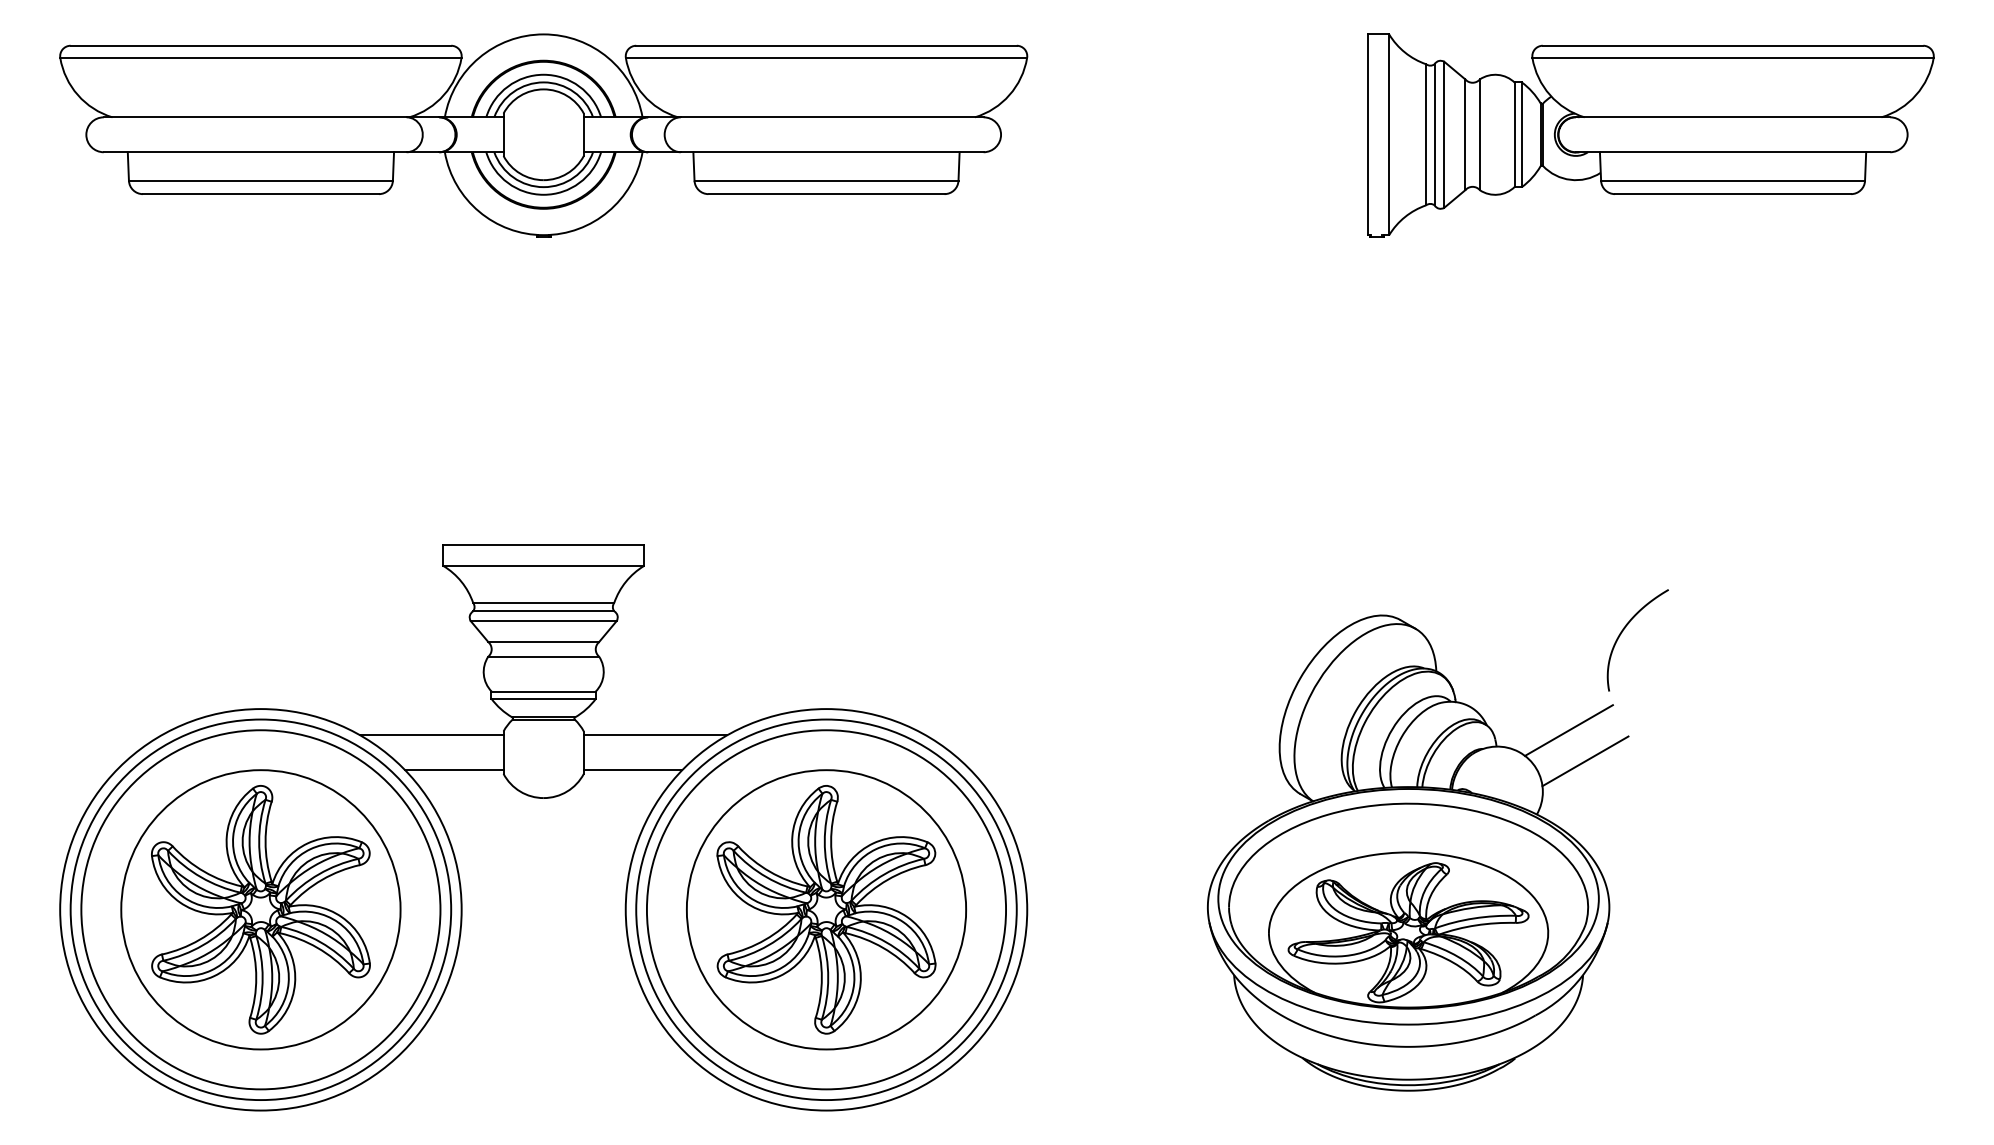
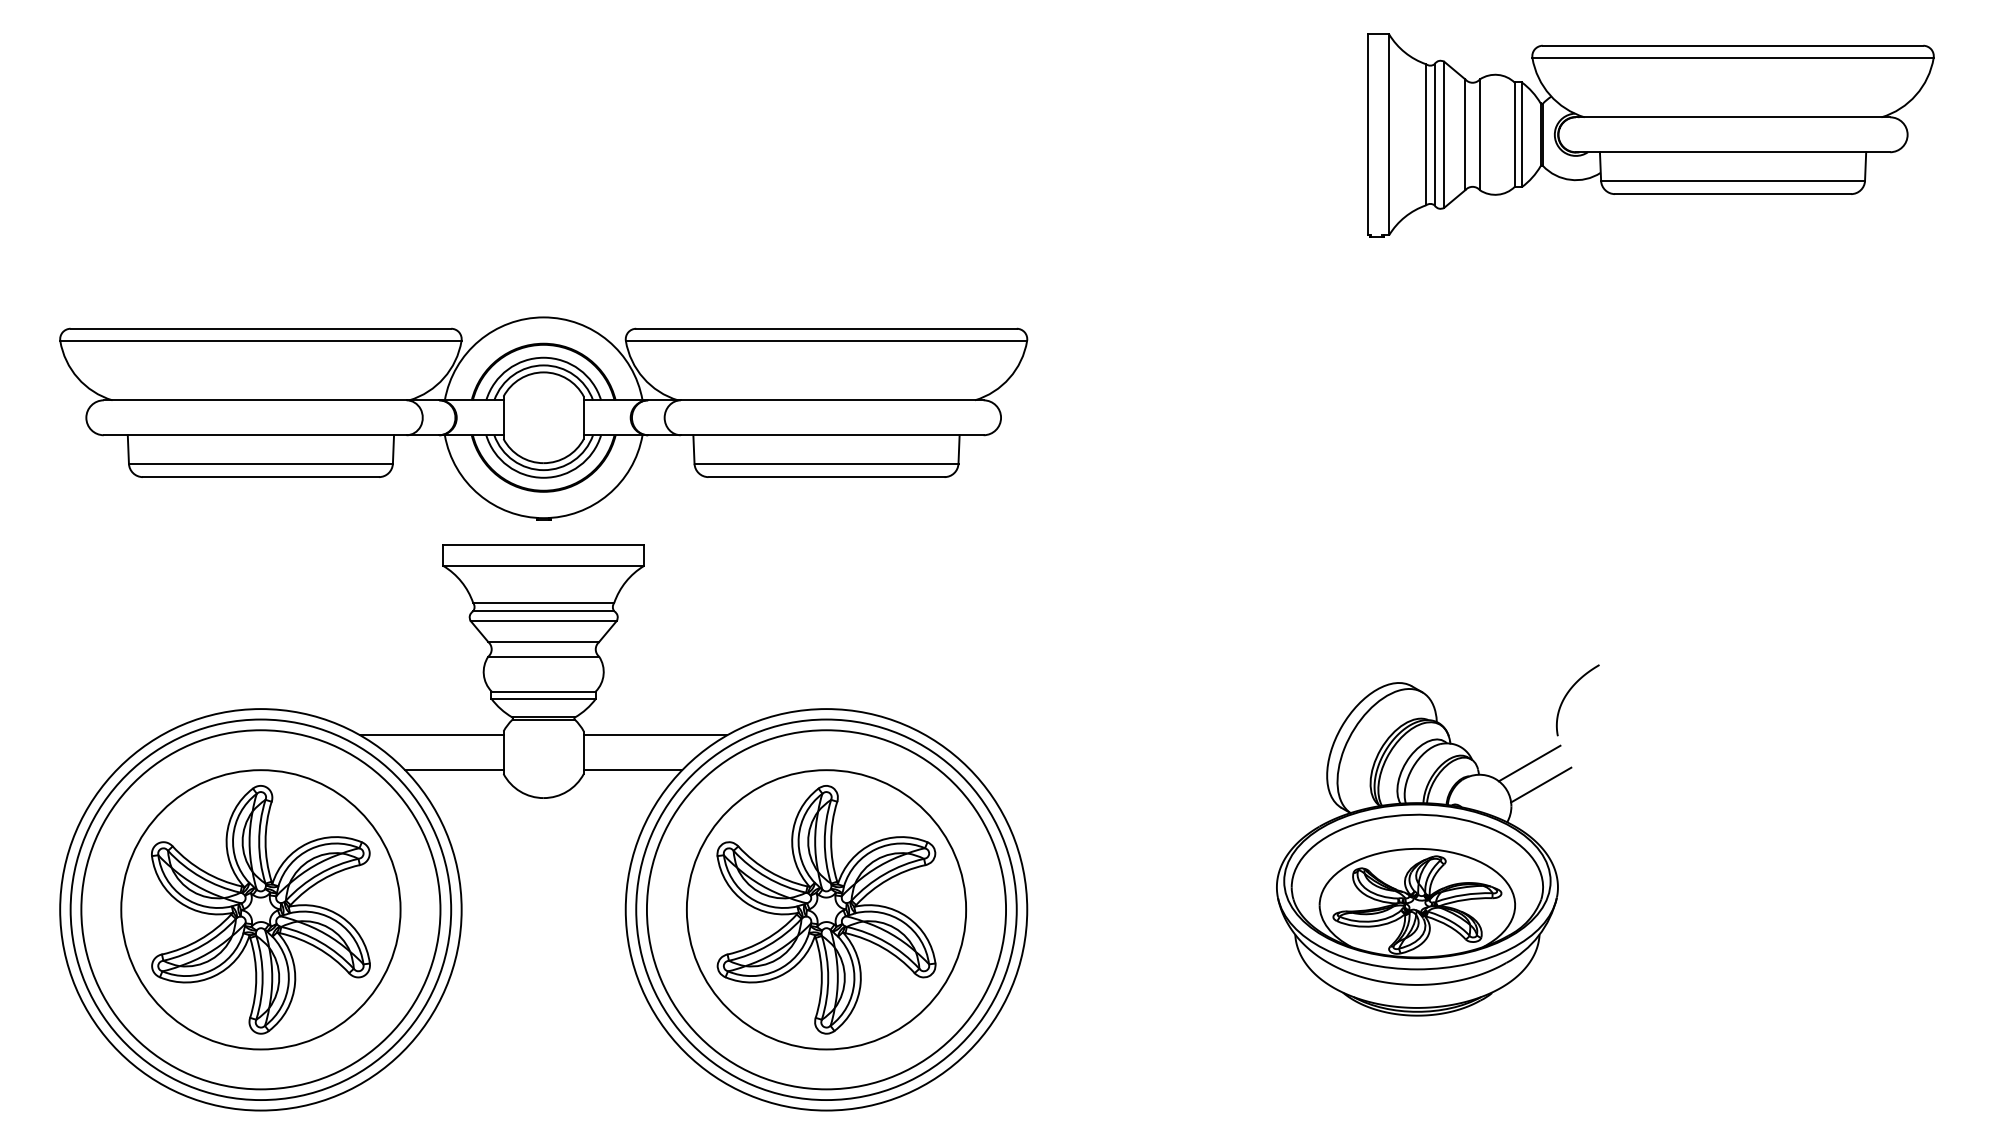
part at (543, 135) position: (543, 135) -> (543, 418)
part at (1437, 840) size: 462x503 px -> 324x353 px
